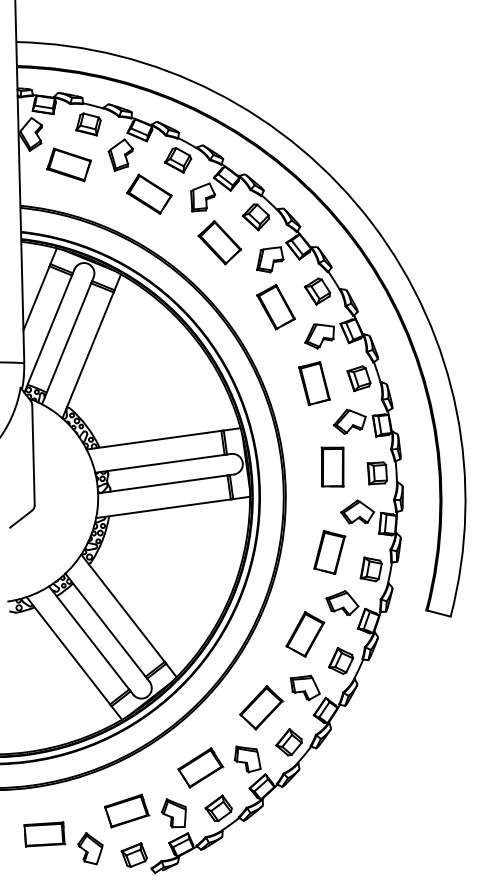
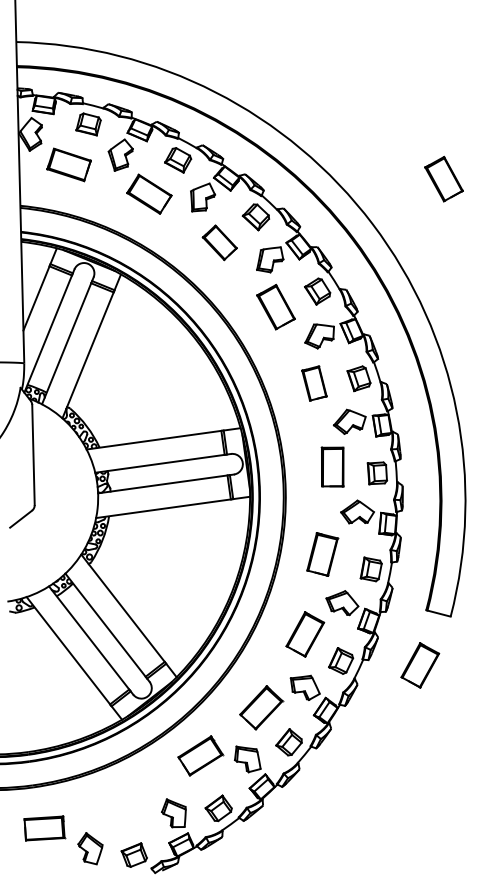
part at (443, 178): none -> present
part at (219, 242) size: 46x46 px -> 37x38 px
part at (314, 383) size: 33x45 px -> 27x37 px
part at (329, 552) position: (329, 552) -> (322, 554)
part at (420, 665): none -> present
part at (200, 767) position: (200, 767) -> (200, 755)
part at (127, 810): present -> none
part at (44, 834) position: (44, 834) -> (44, 828)
